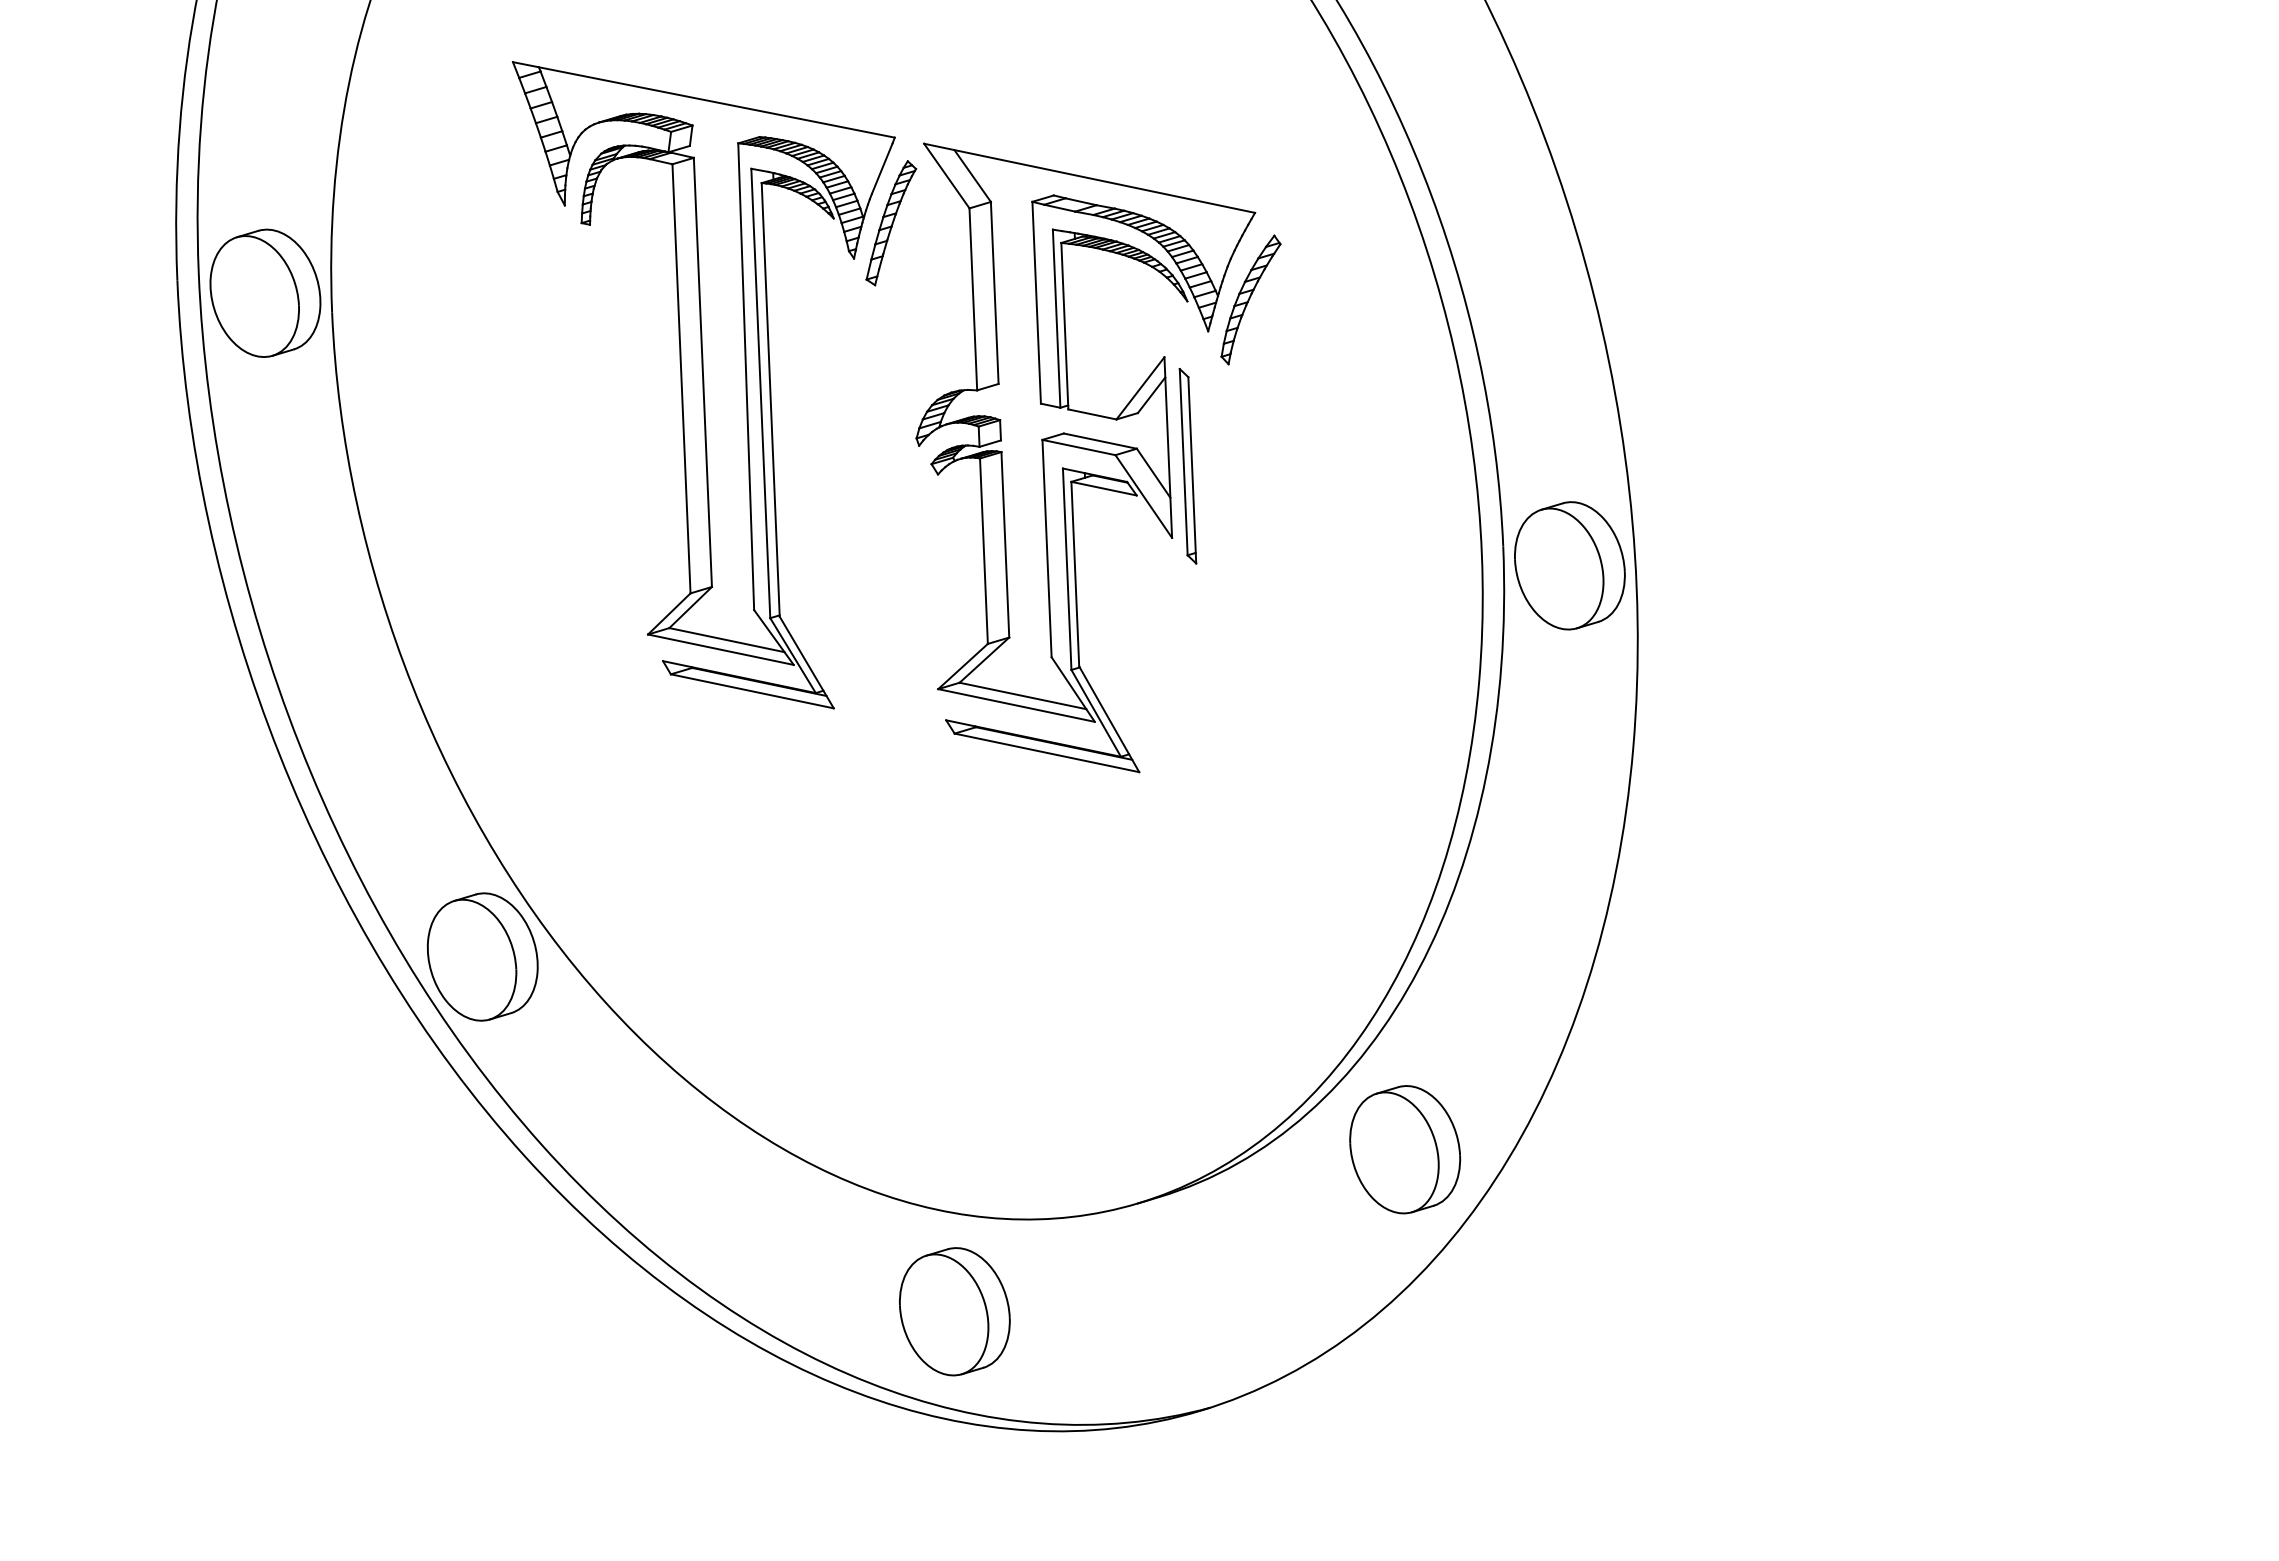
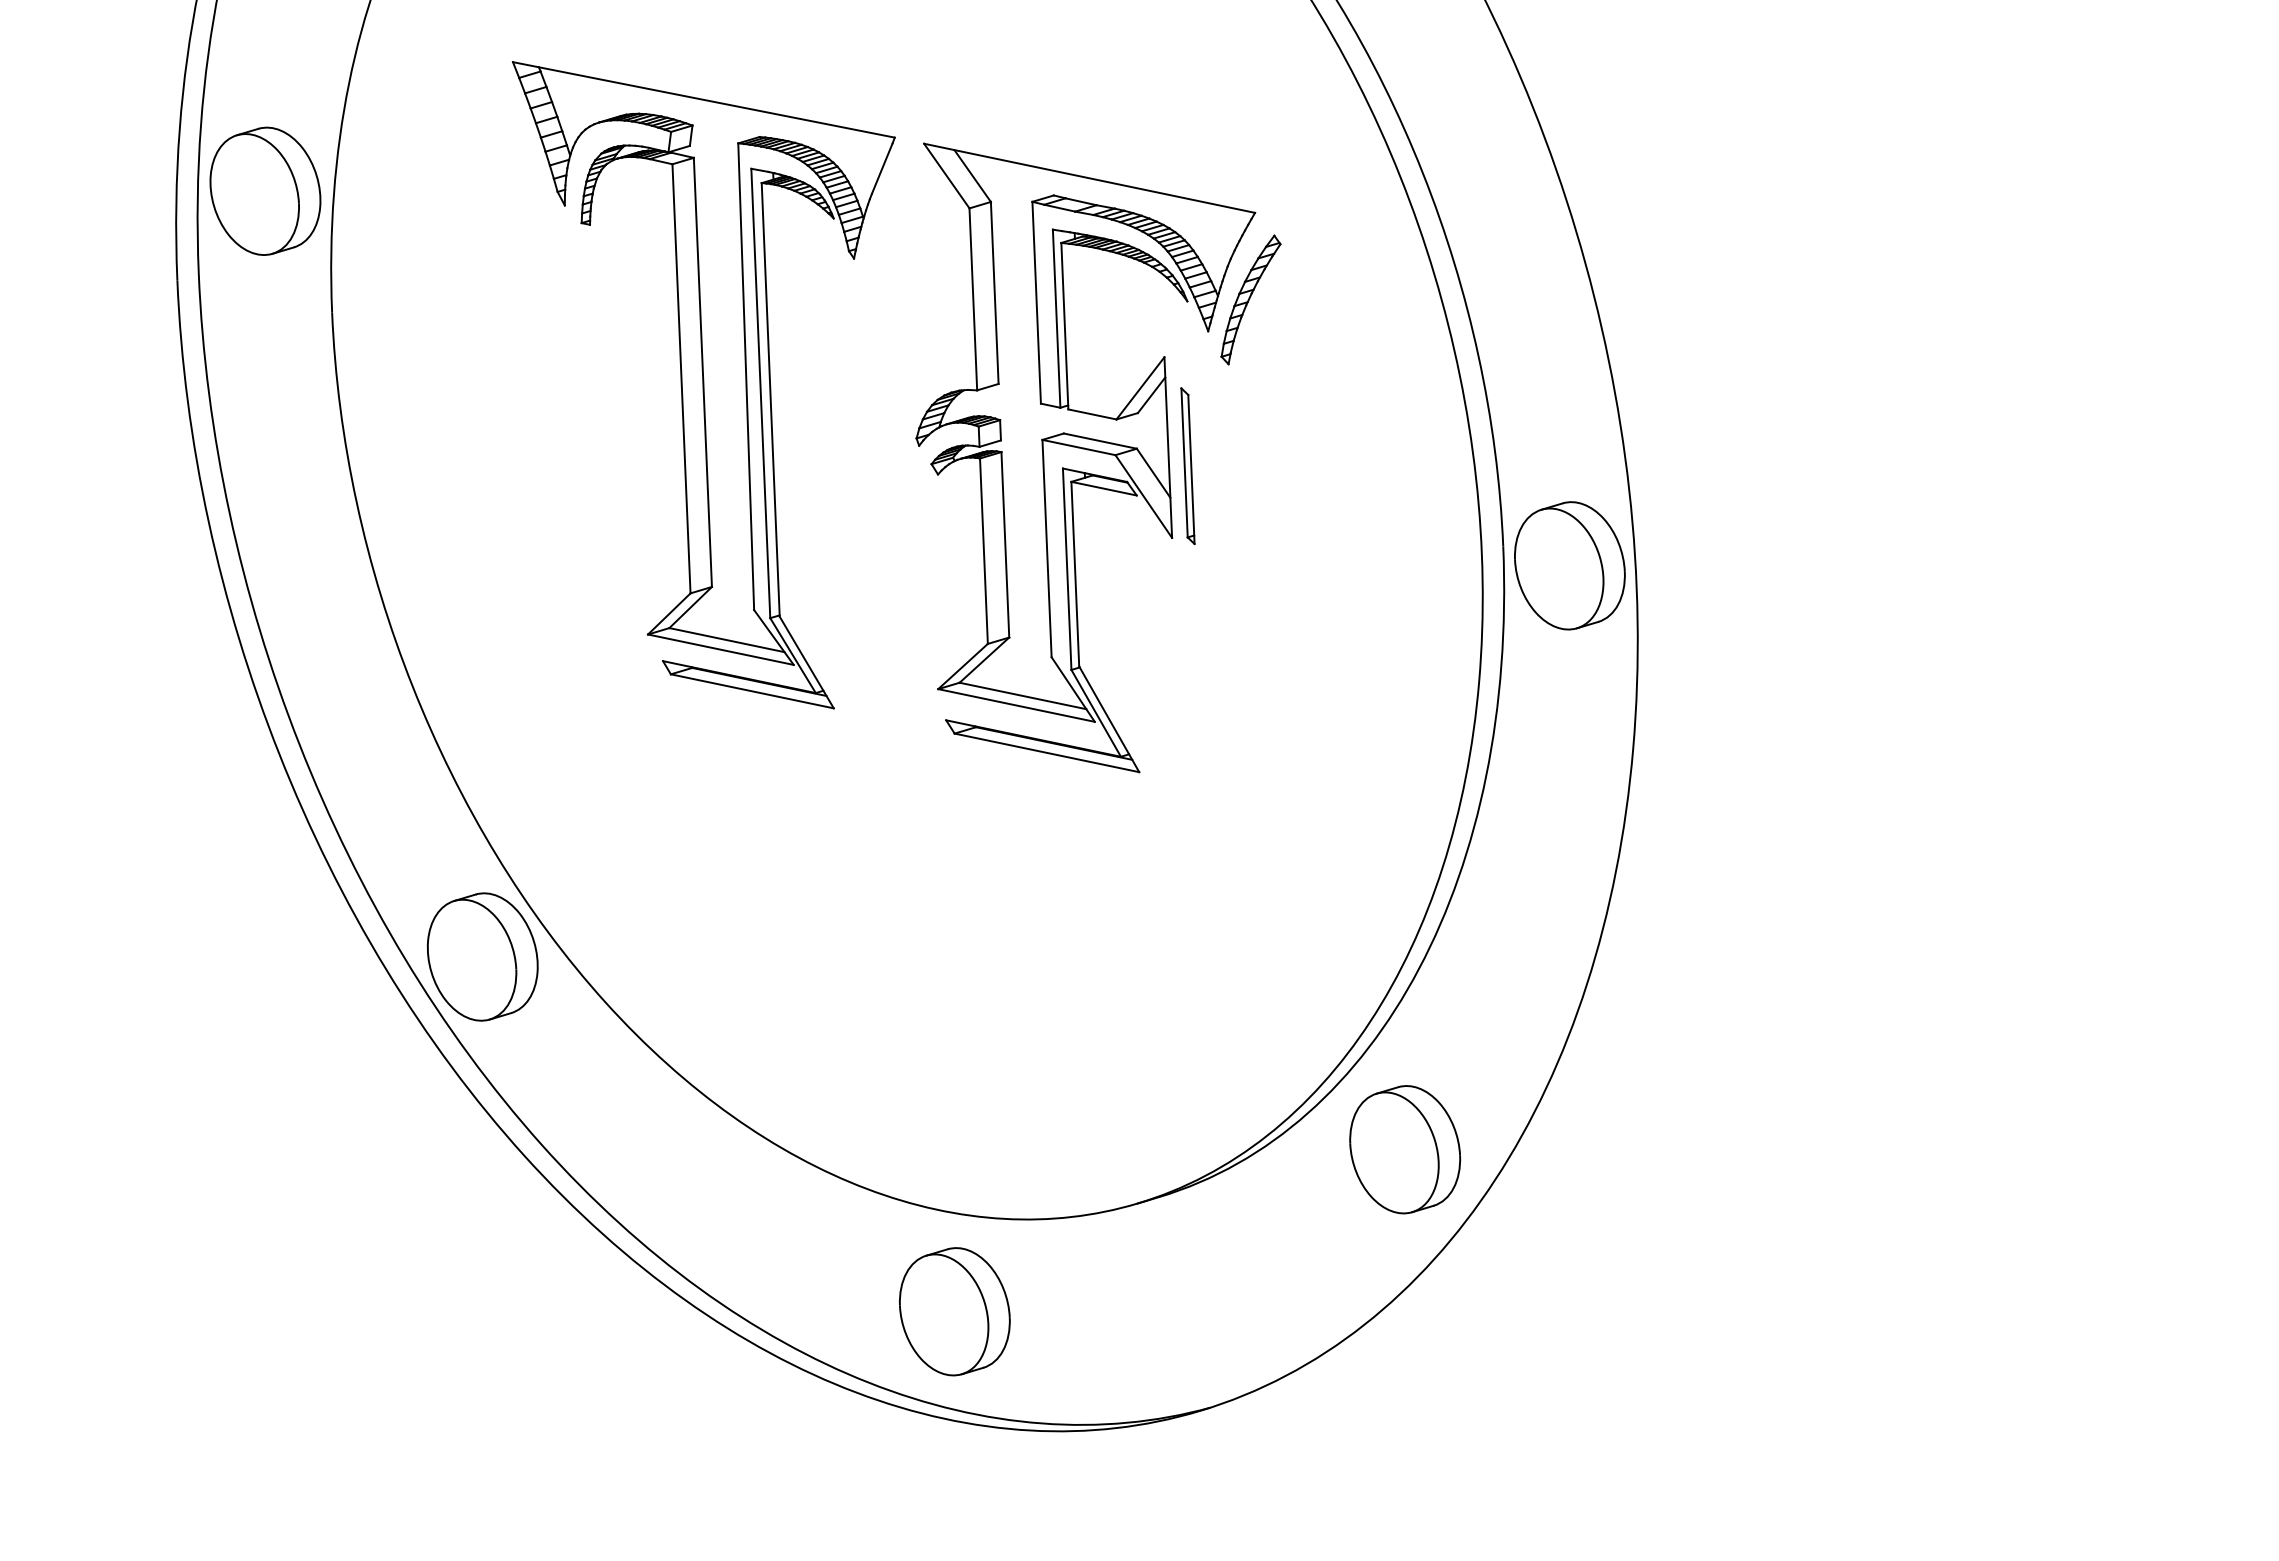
part at (891, 223): present -> none
part at (265, 292) position: (265, 292) -> (265, 190)
part at (1187, 465) size: 20x198 px -> 16x159 px
